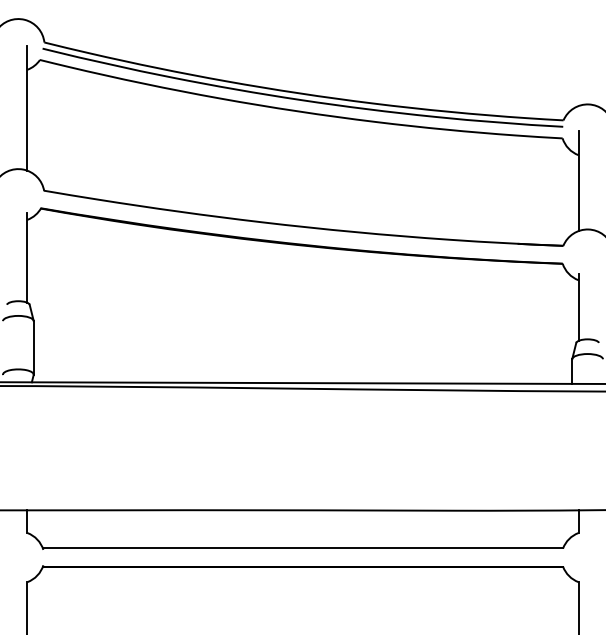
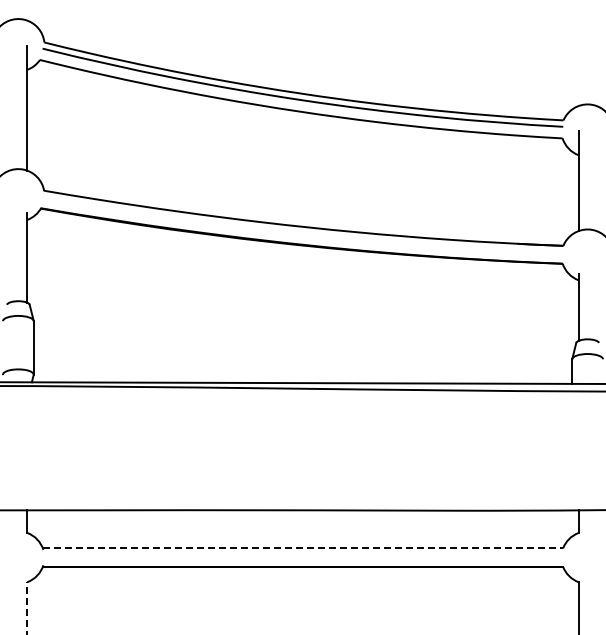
line at (303, 548): solid -> dashed
line at (27, 608): solid -> dashed
